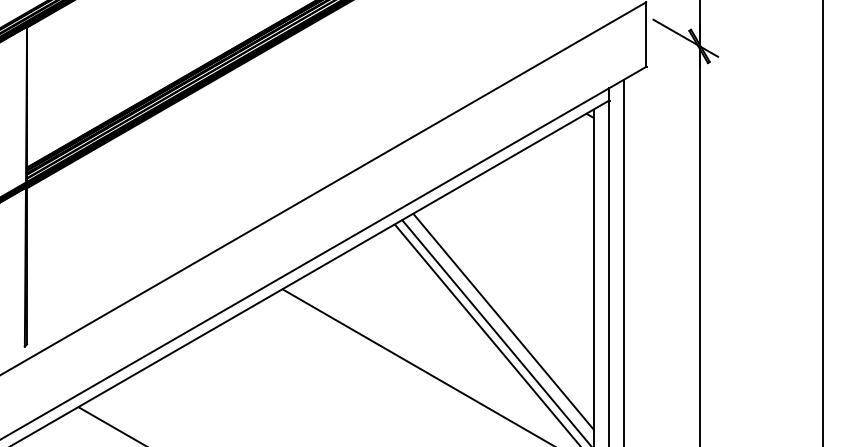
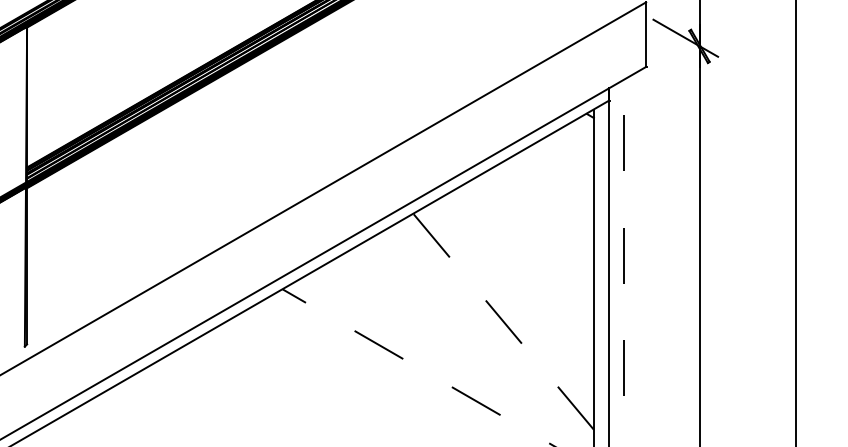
line at (822, 222) position: (822, 222) -> (795, 222)
line at (623, 262): solid -> dashed
line at (503, 321): solid -> dashed
line at (495, 331): present -> none
line at (486, 333): present -> none
line at (418, 367): solid -> dashed
line at (110, 425): present -> none
